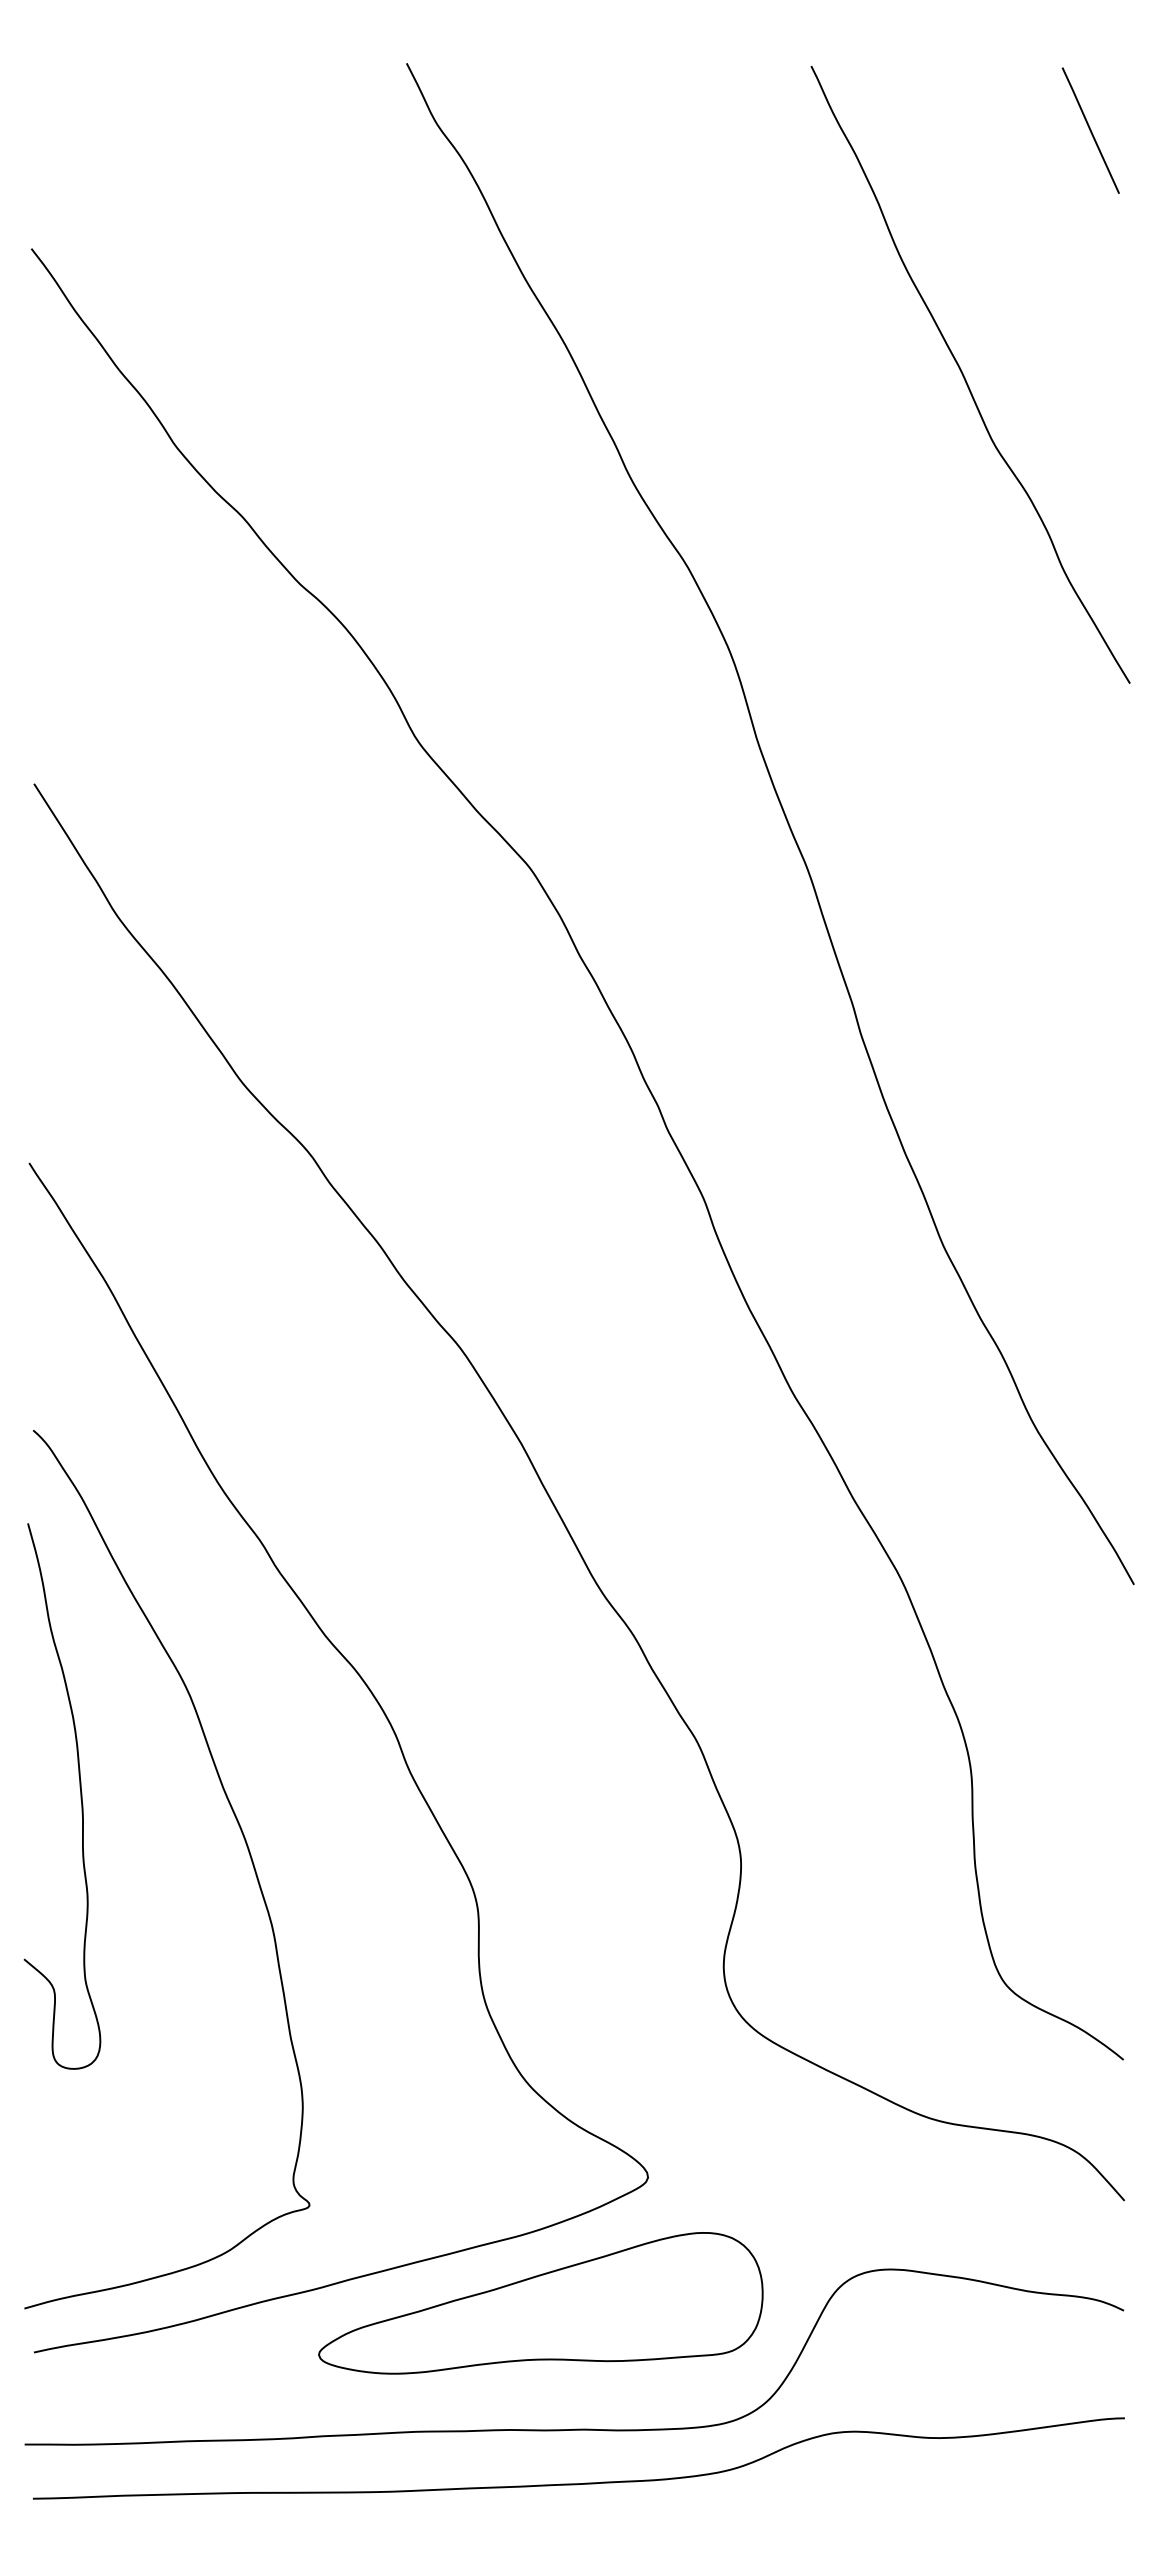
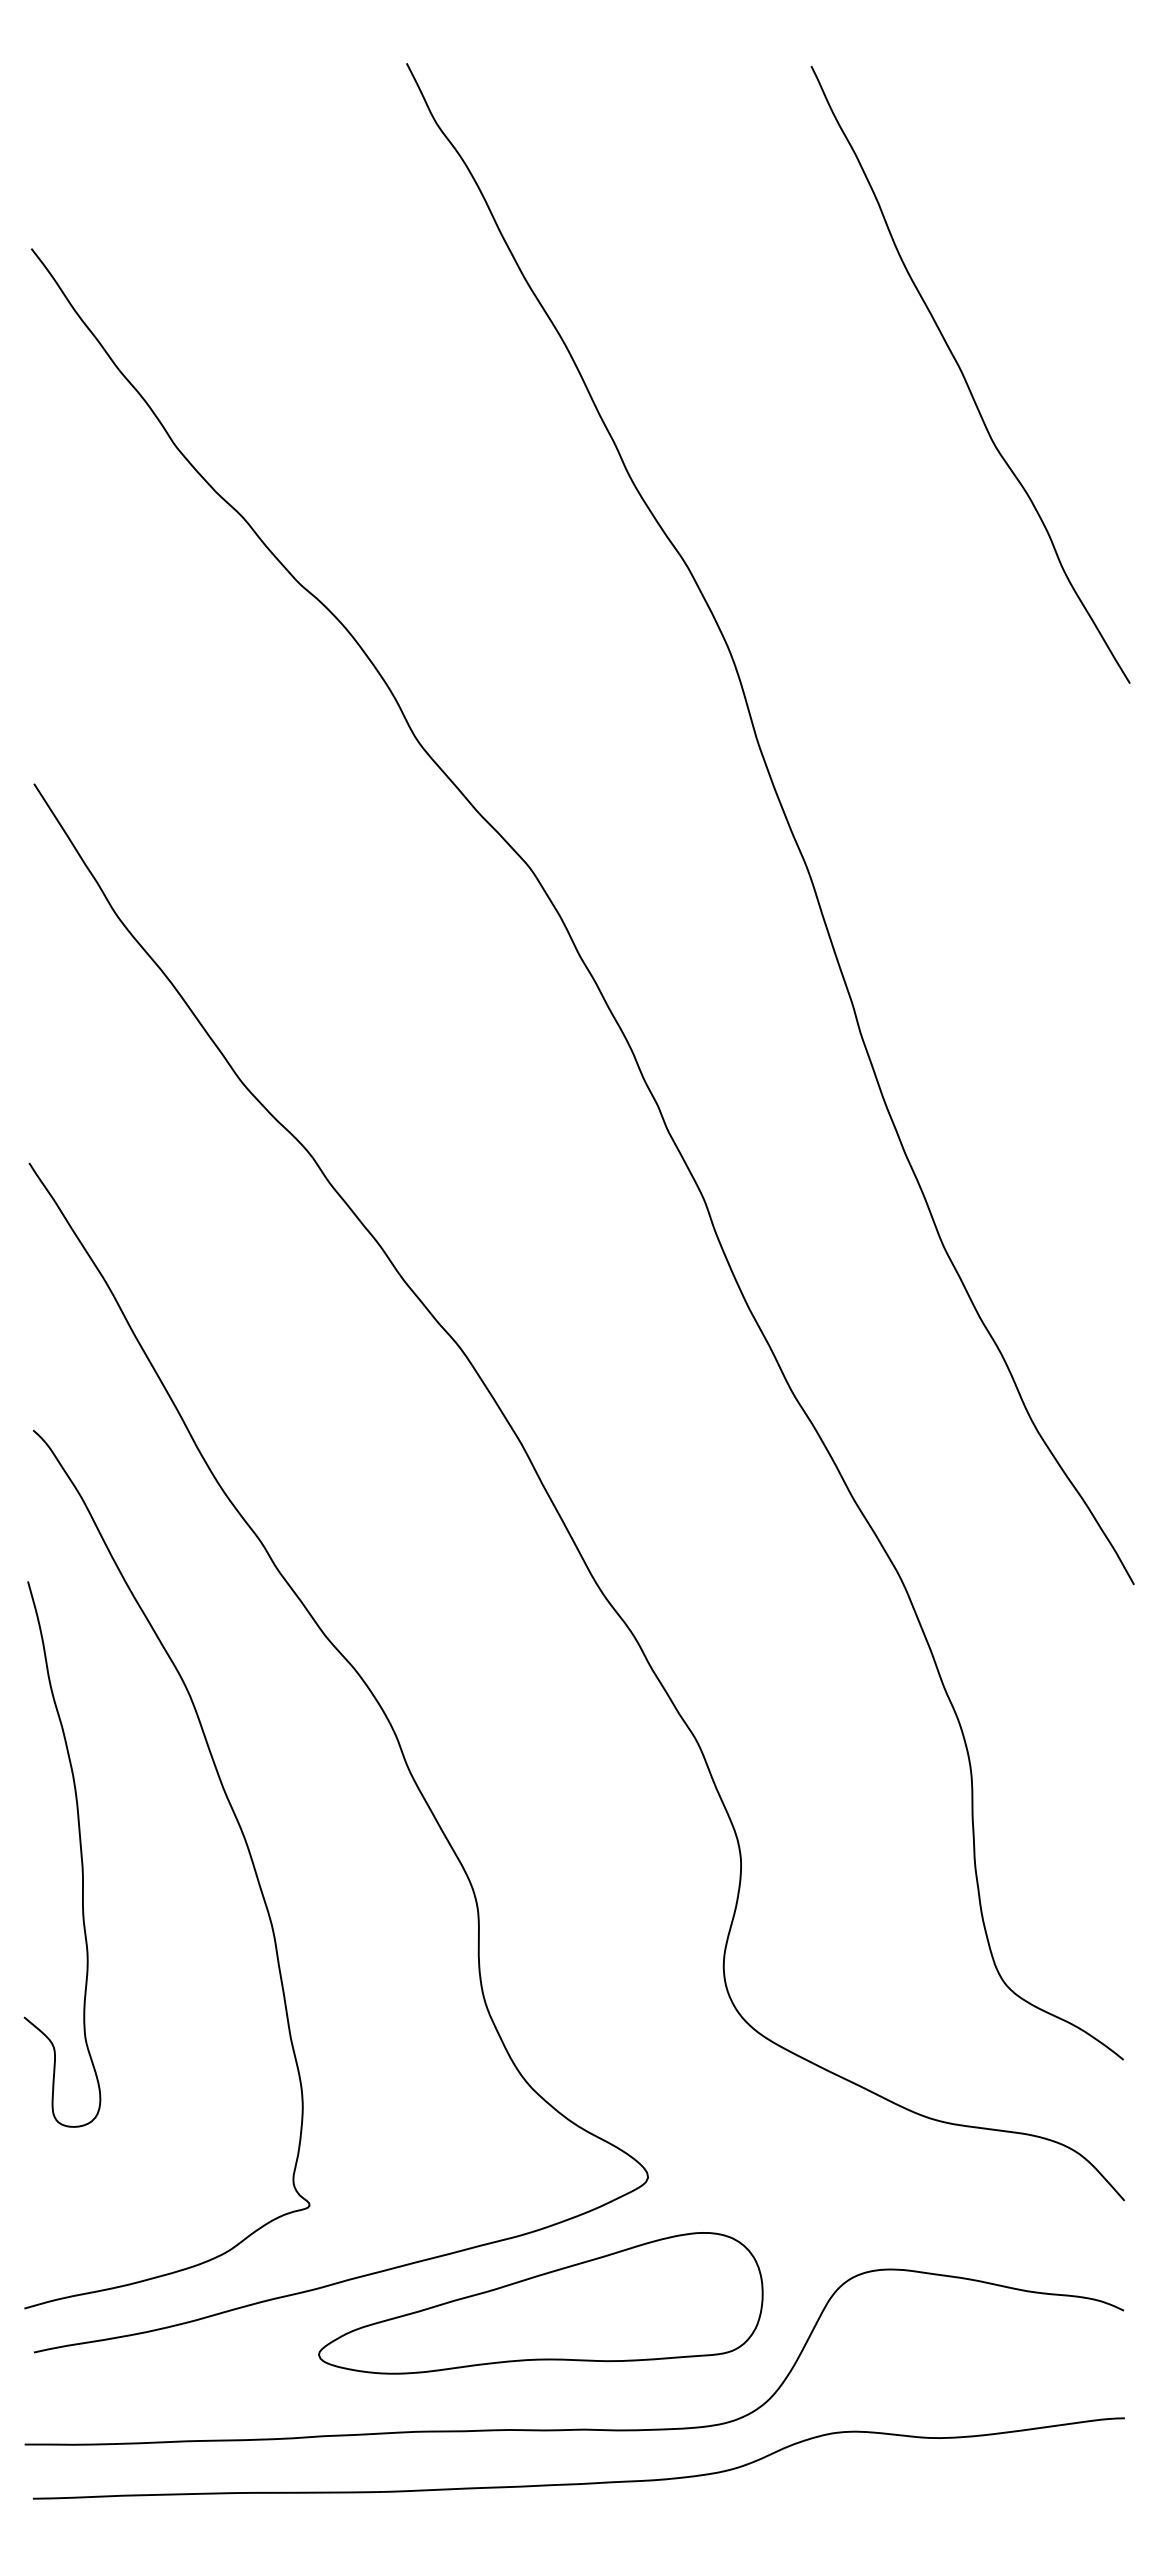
line at (1090, 130): present -> none
curve at (80, 1796) position: (80, 1796) -> (80, 1854)
